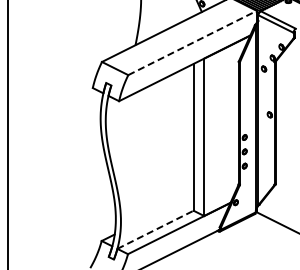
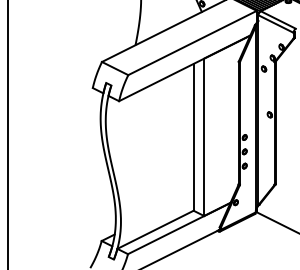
line at (192, 43): dashed -> solid
line at (155, 229): dashed -> solid
